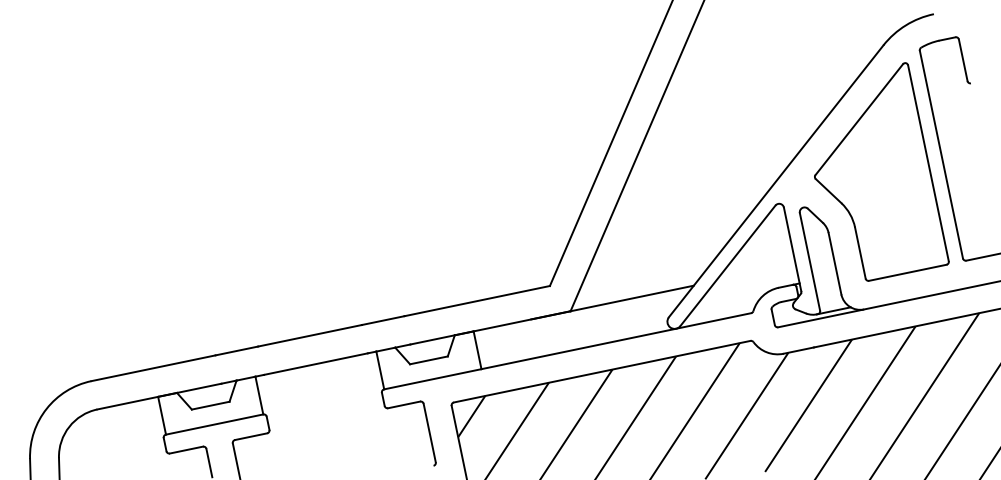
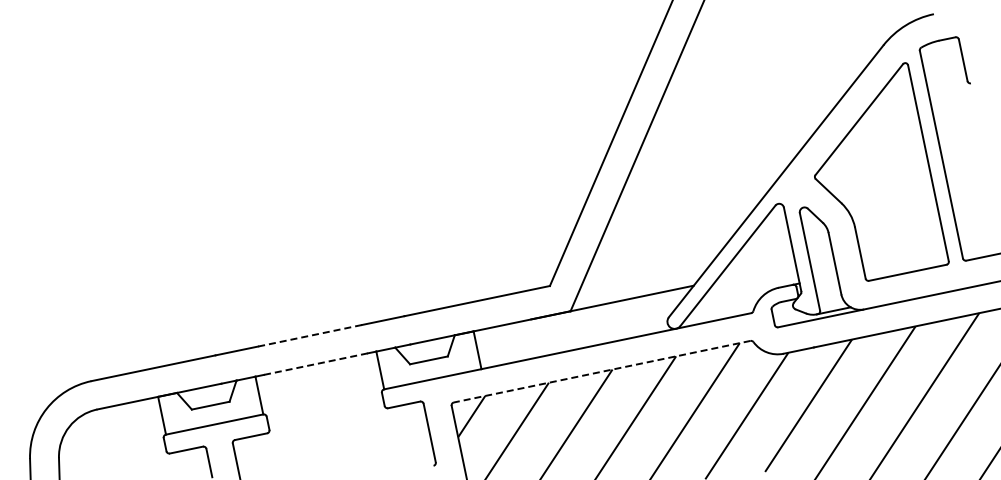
line at (309, 335): solid -> dashed
line at (315, 364): solid -> dashed
line at (601, 371): solid -> dashed
